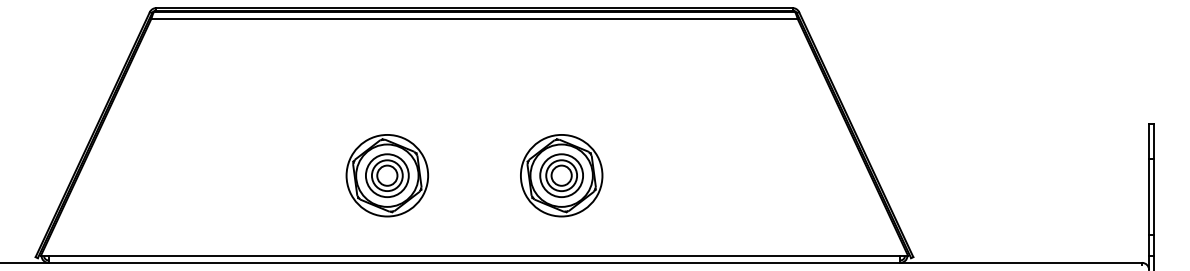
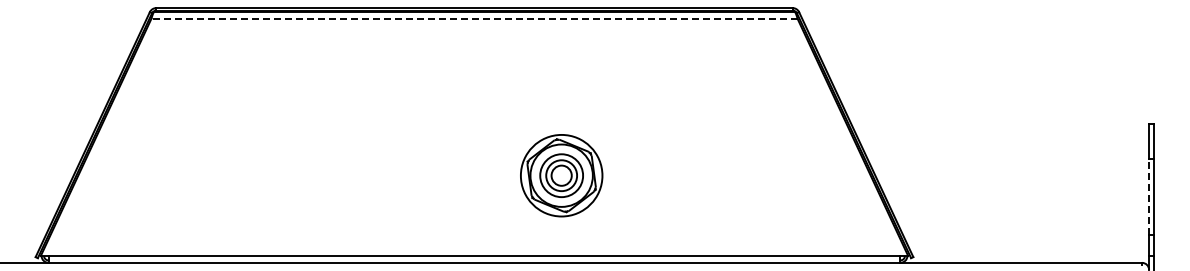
line at (474, 18): solid -> dashed
part at (386, 175): present -> none
line at (1149, 196): solid -> dashed
